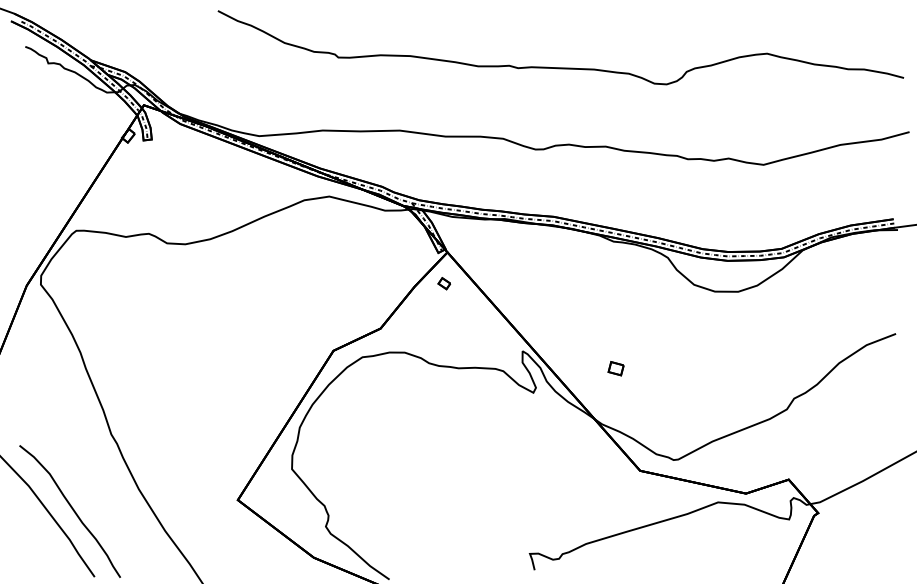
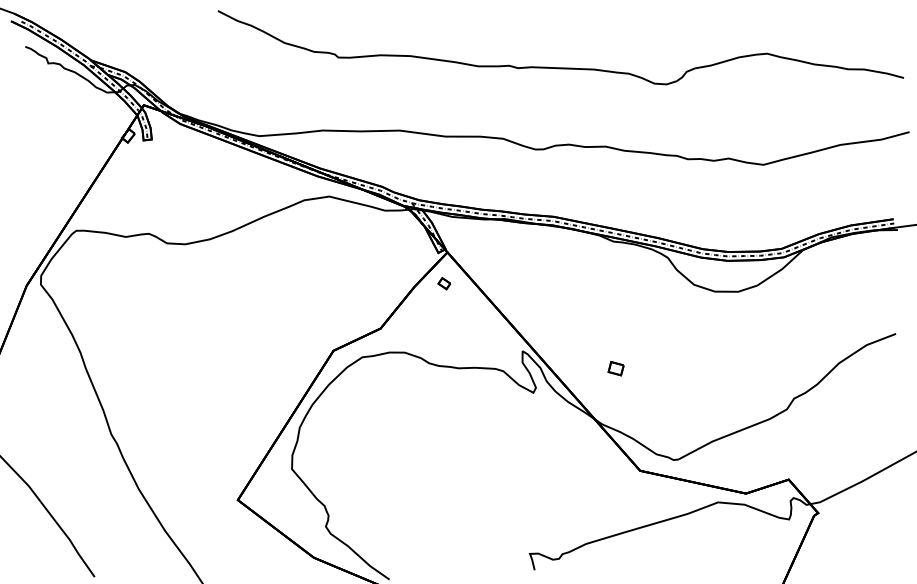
curve at (72, 510): present -> none
